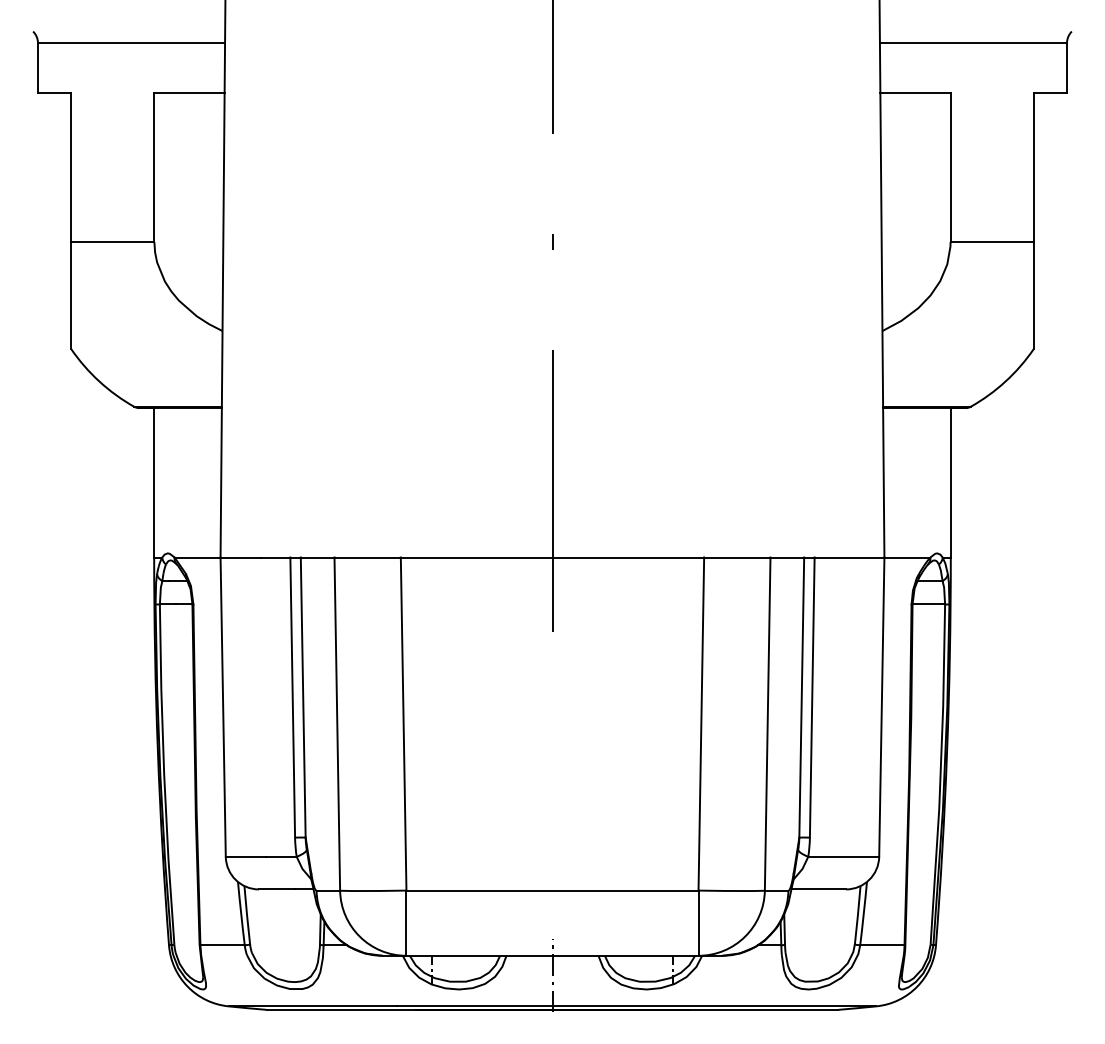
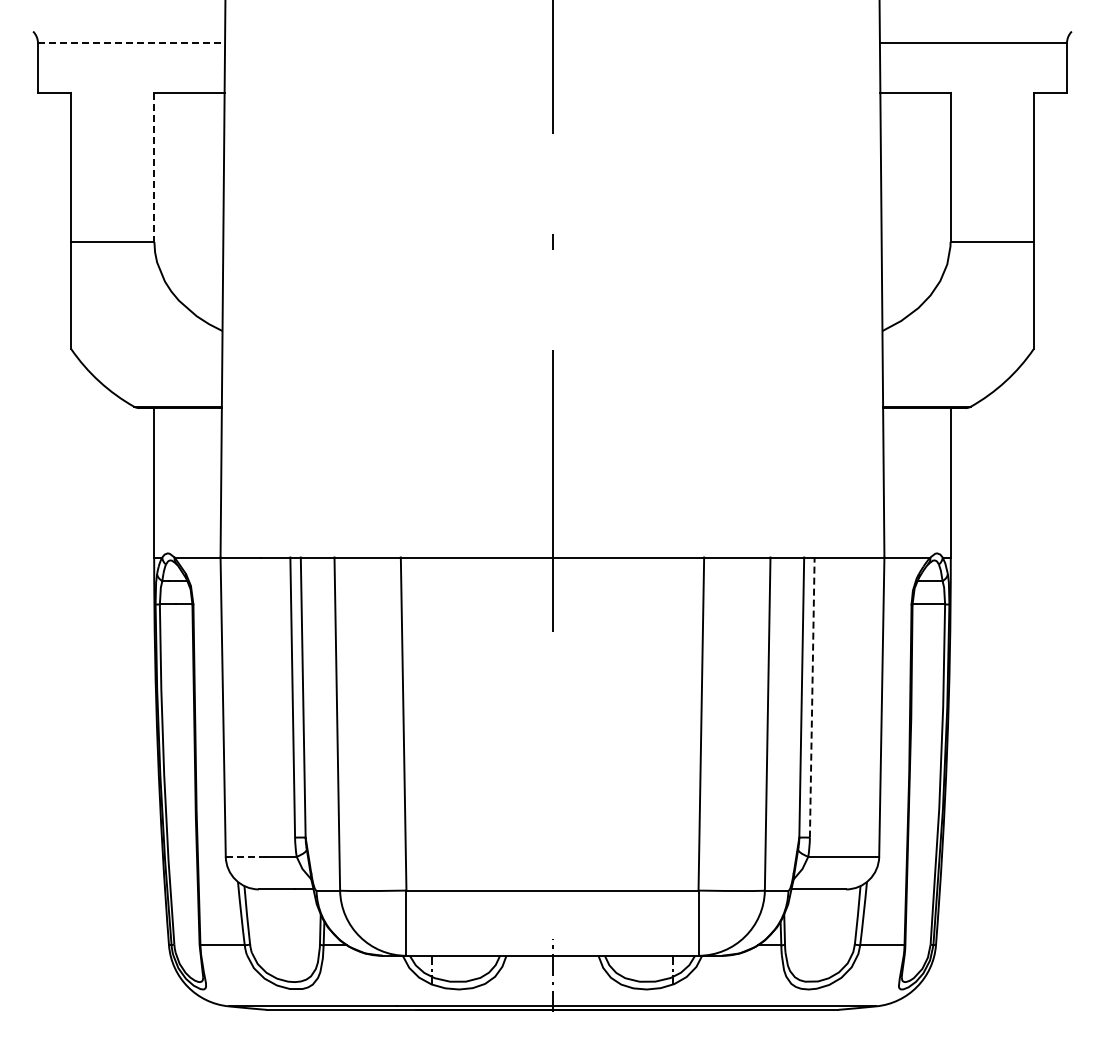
line at (131, 43): solid -> dashed
line at (154, 167): solid -> dashed
line at (812, 697): solid -> dashed
line at (245, 856): solid -> dashed
